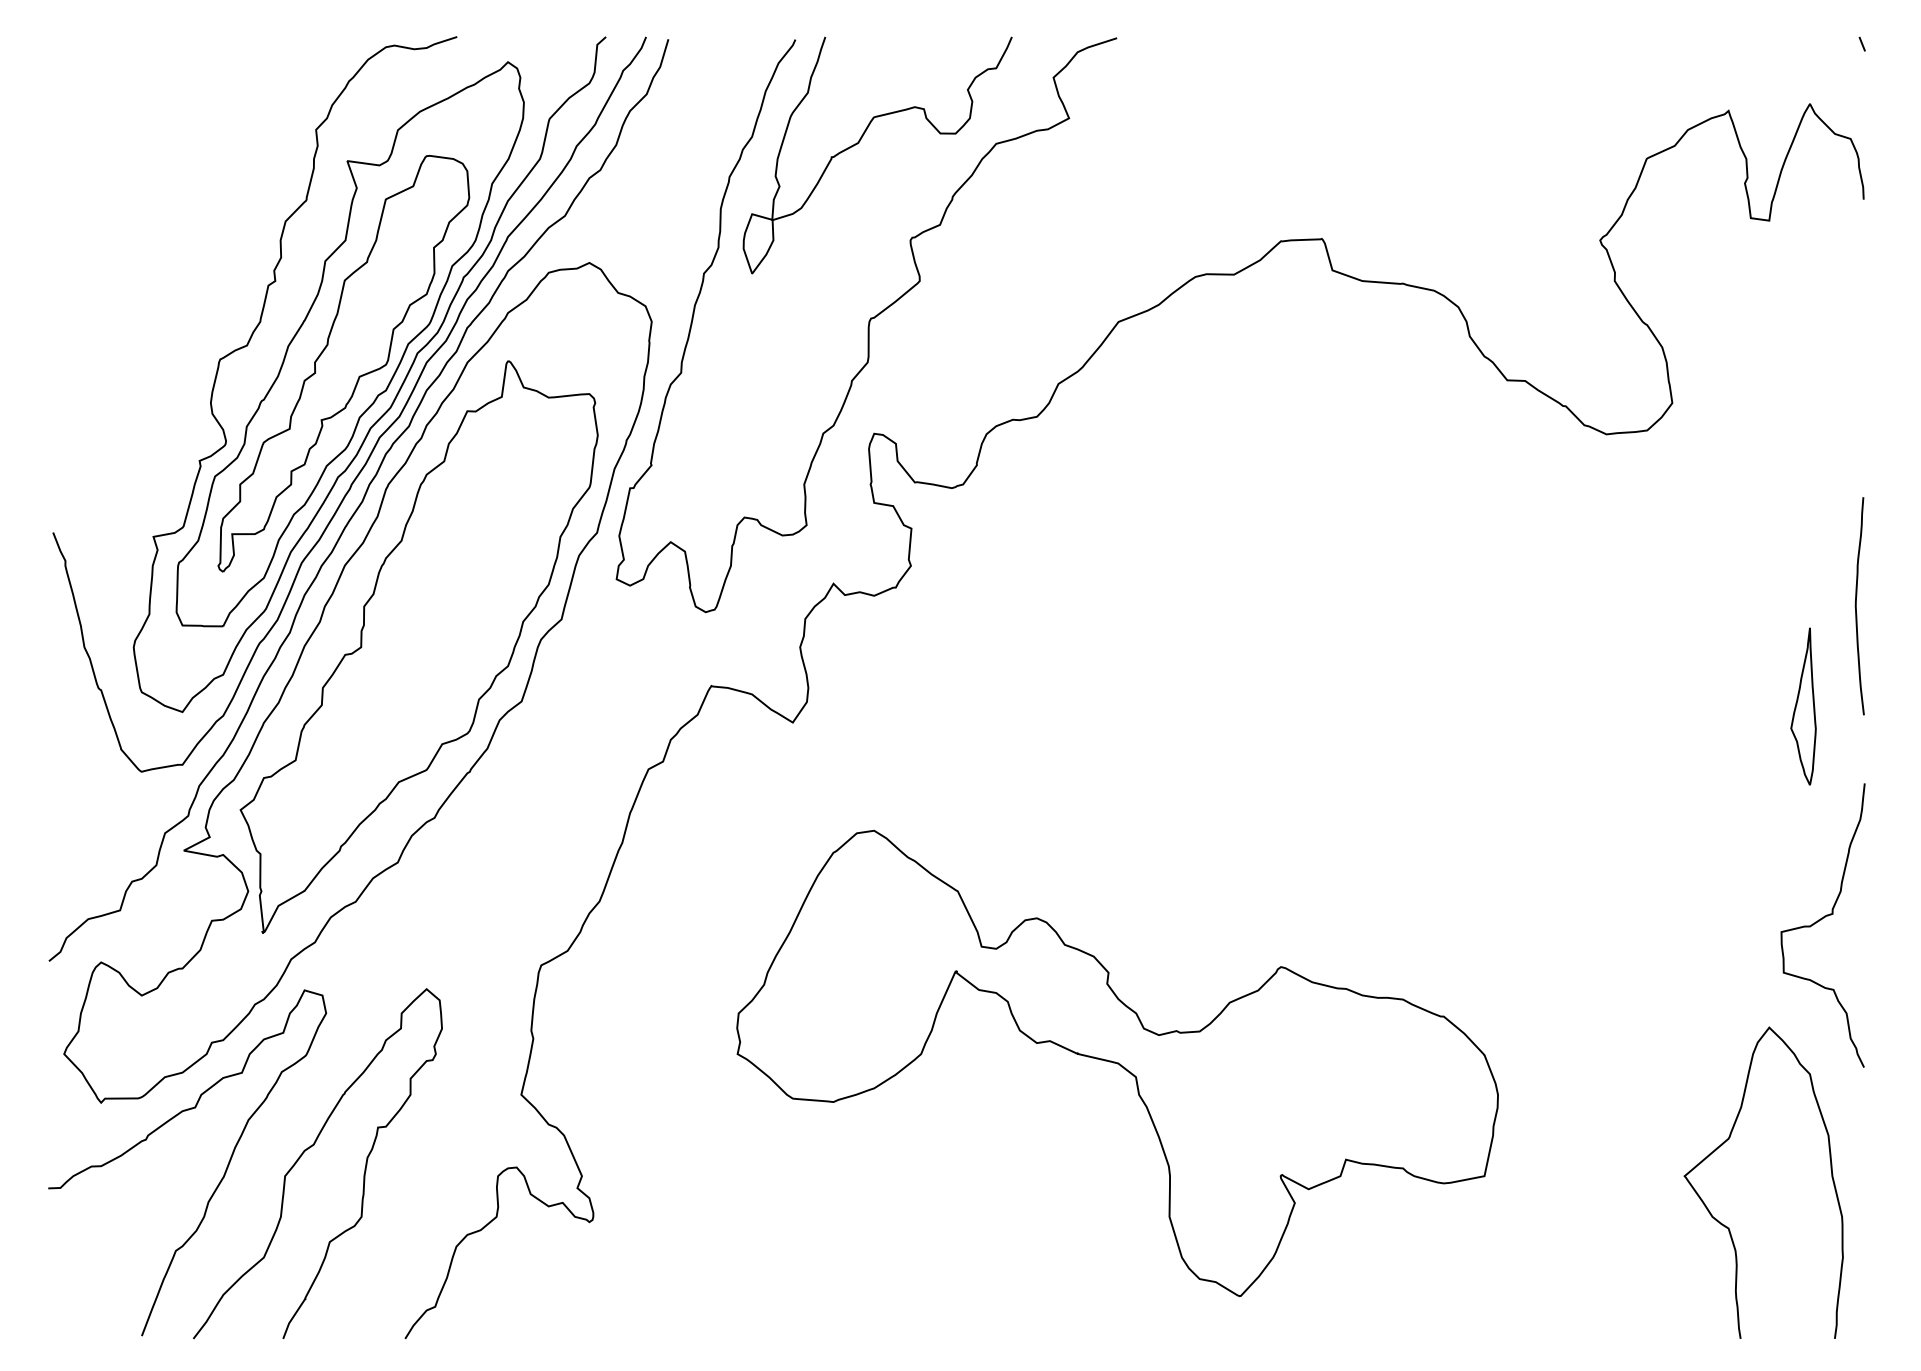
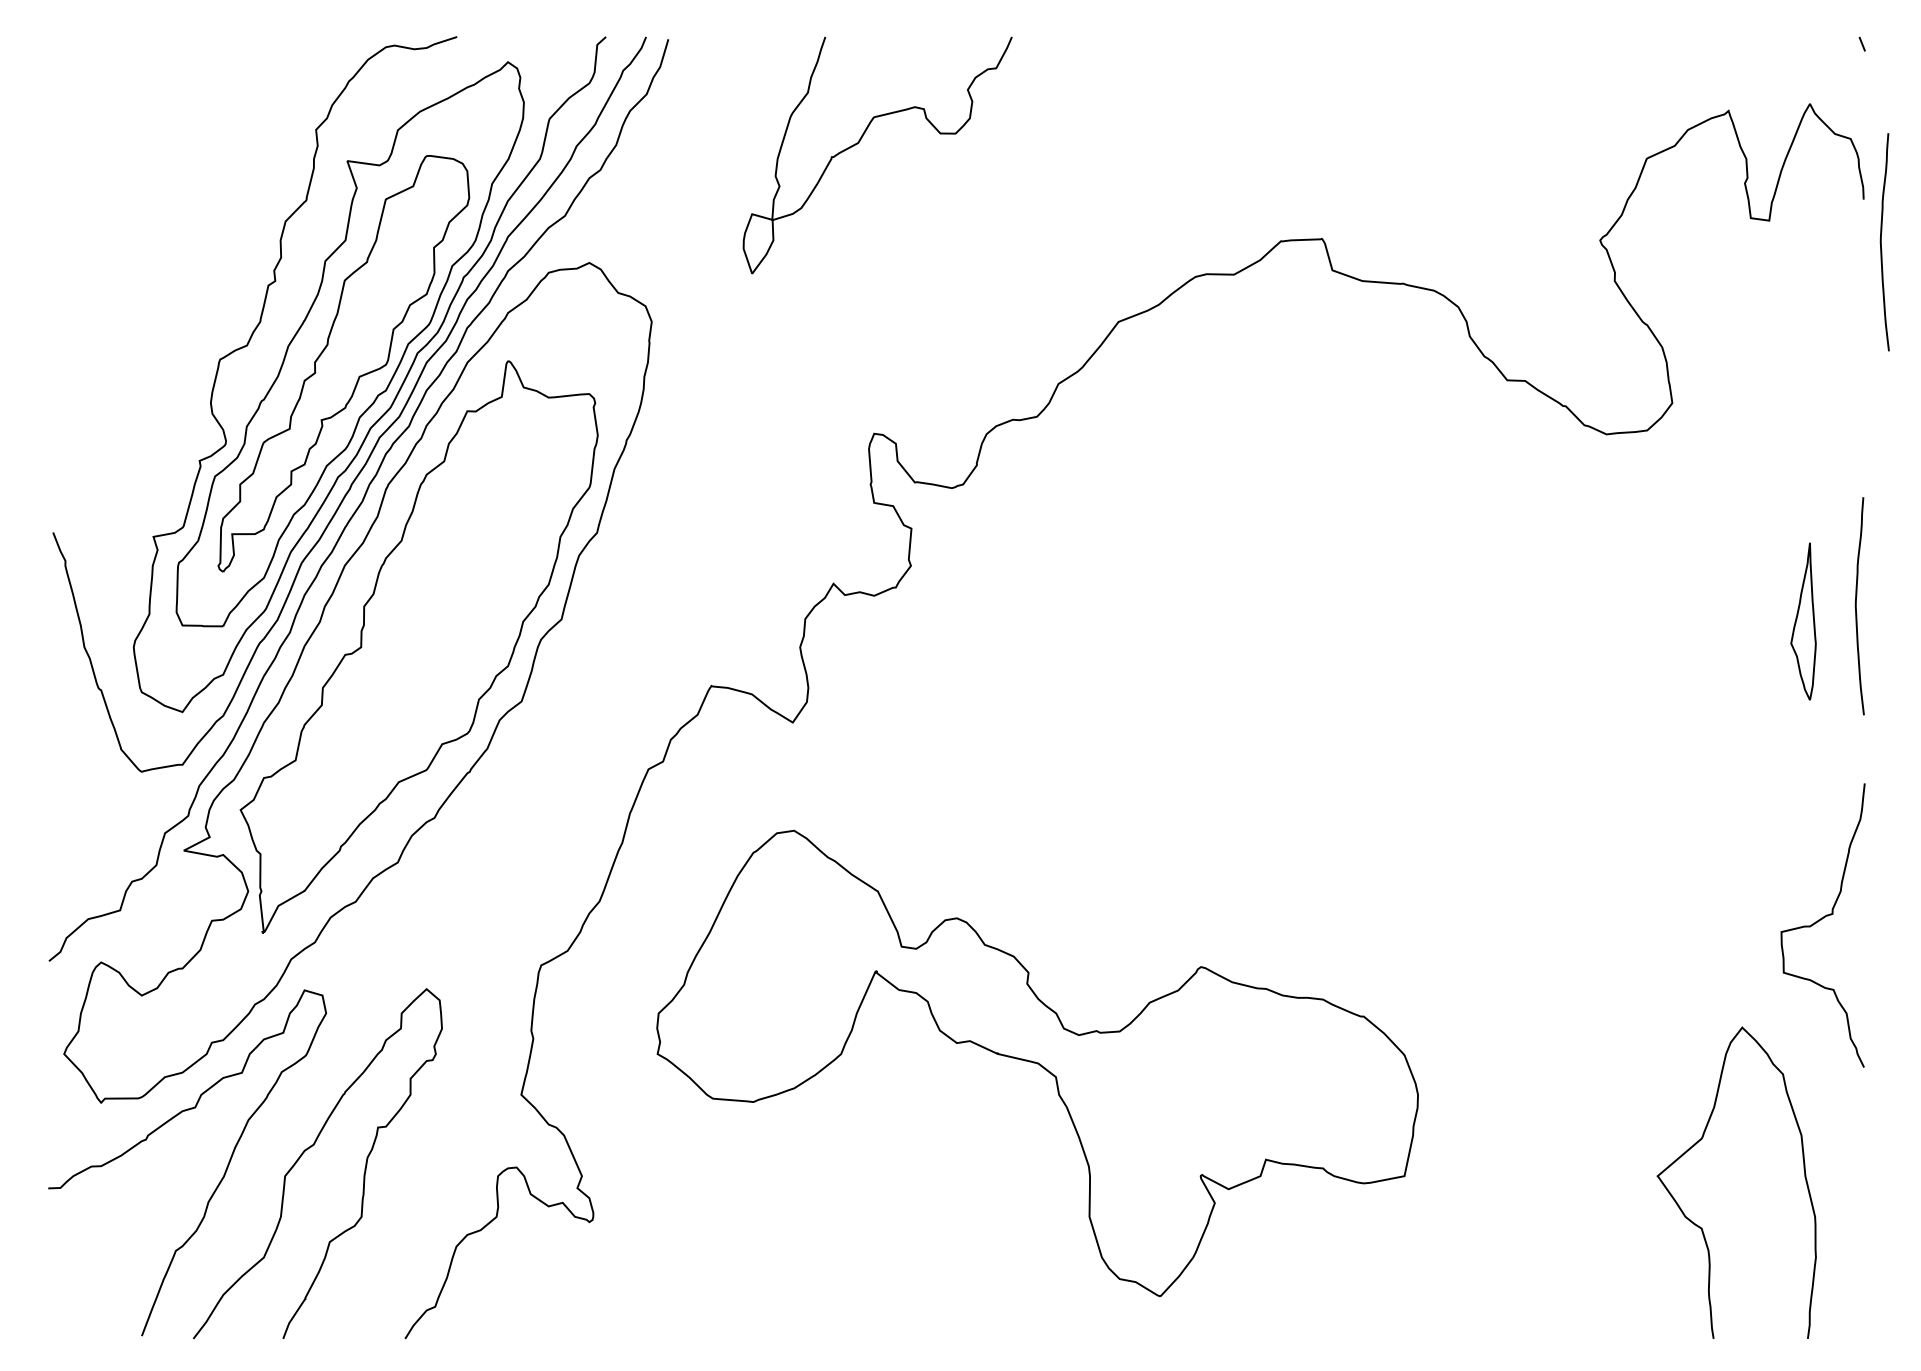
curve at (1881, 242): none -> present
curve at (867, 326): present -> none
part at (1803, 706) position: (1803, 706) -> (1803, 621)
part at (1117, 1063) position: (1117, 1063) -> (1037, 1063)
curve at (1728, 1140) position: (1728, 1140) -> (1701, 1140)
